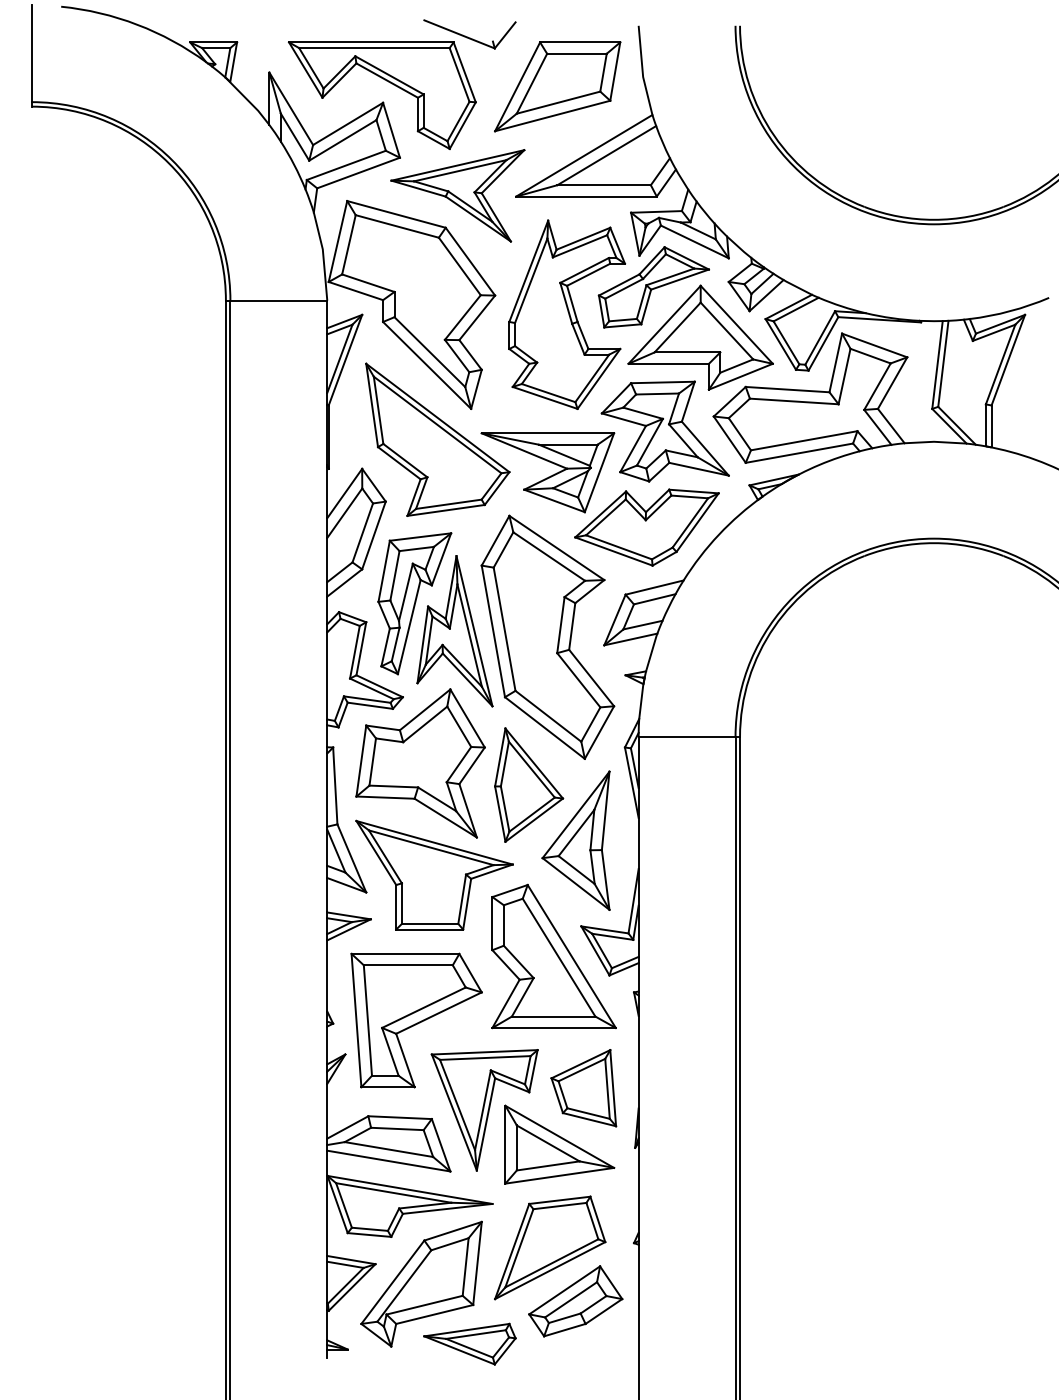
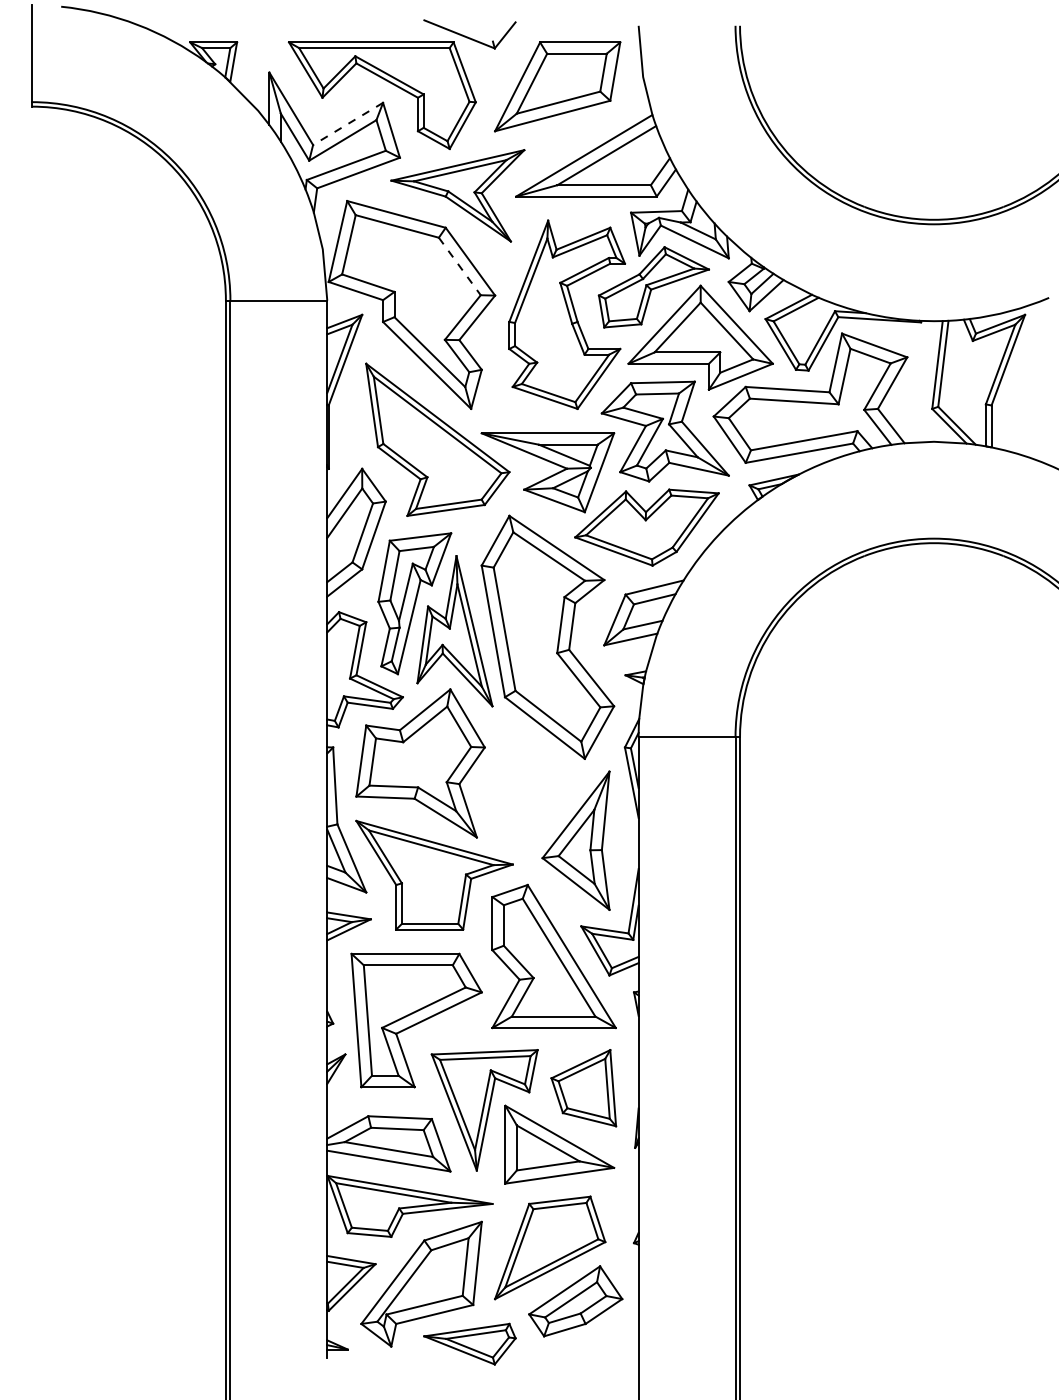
line at (348, 123): solid -> dashed
line at (459, 266): solid -> dashed
part at (529, 784): present -> none
